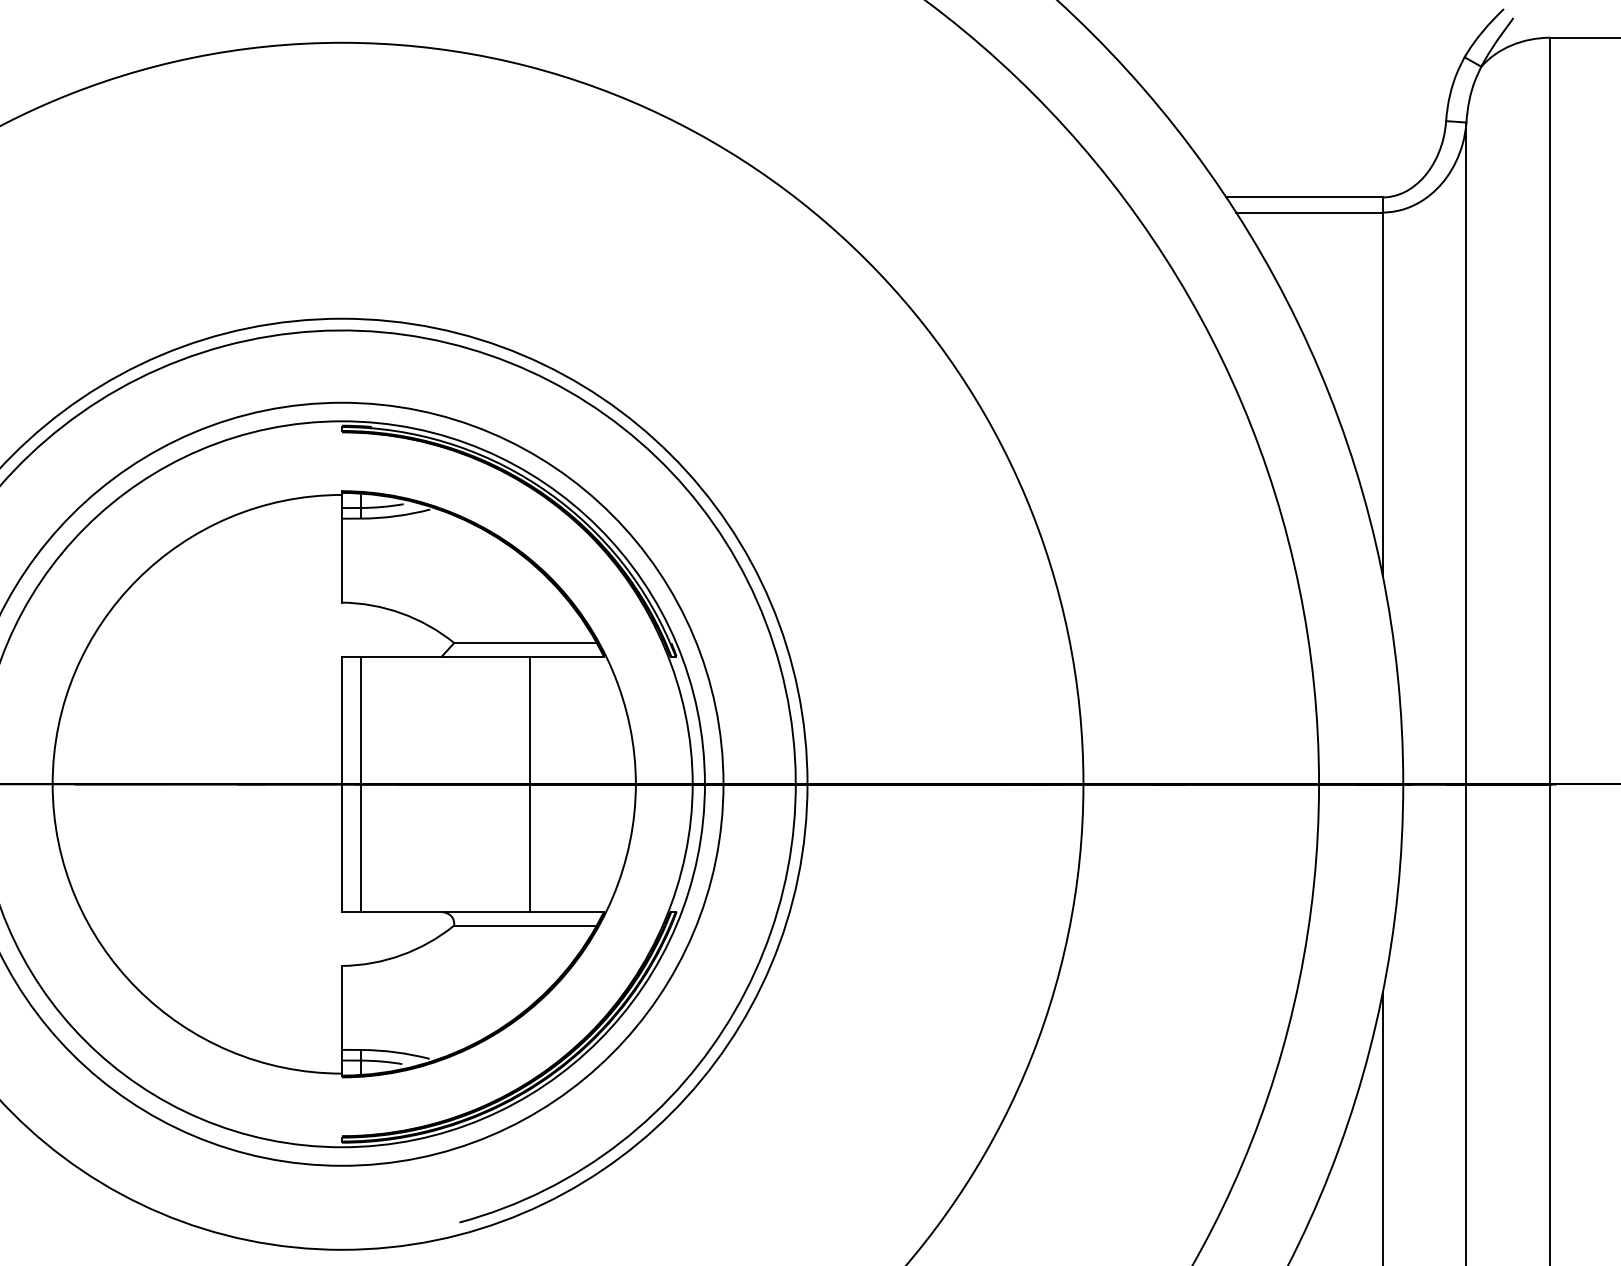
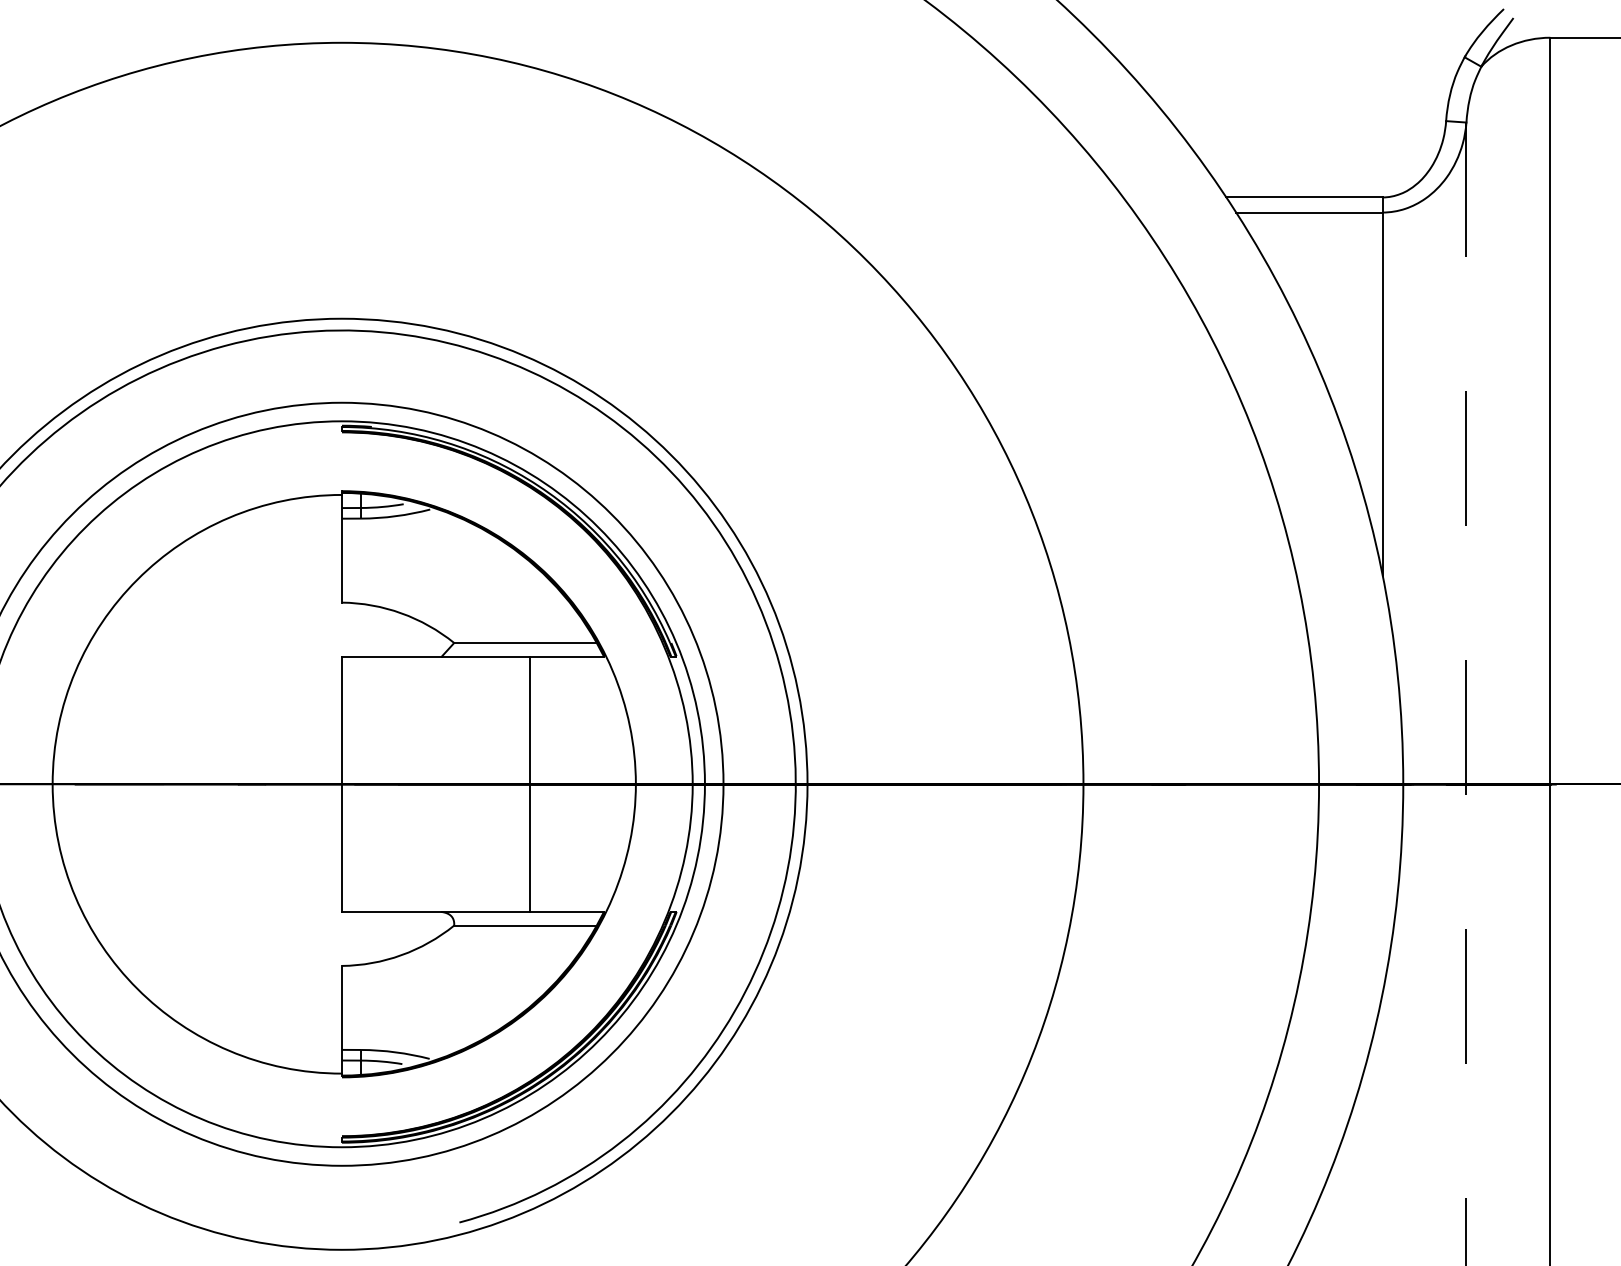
line at (1466, 694): solid -> dashed
line at (361, 783): present -> none
line at (1382, 1127): present -> none
